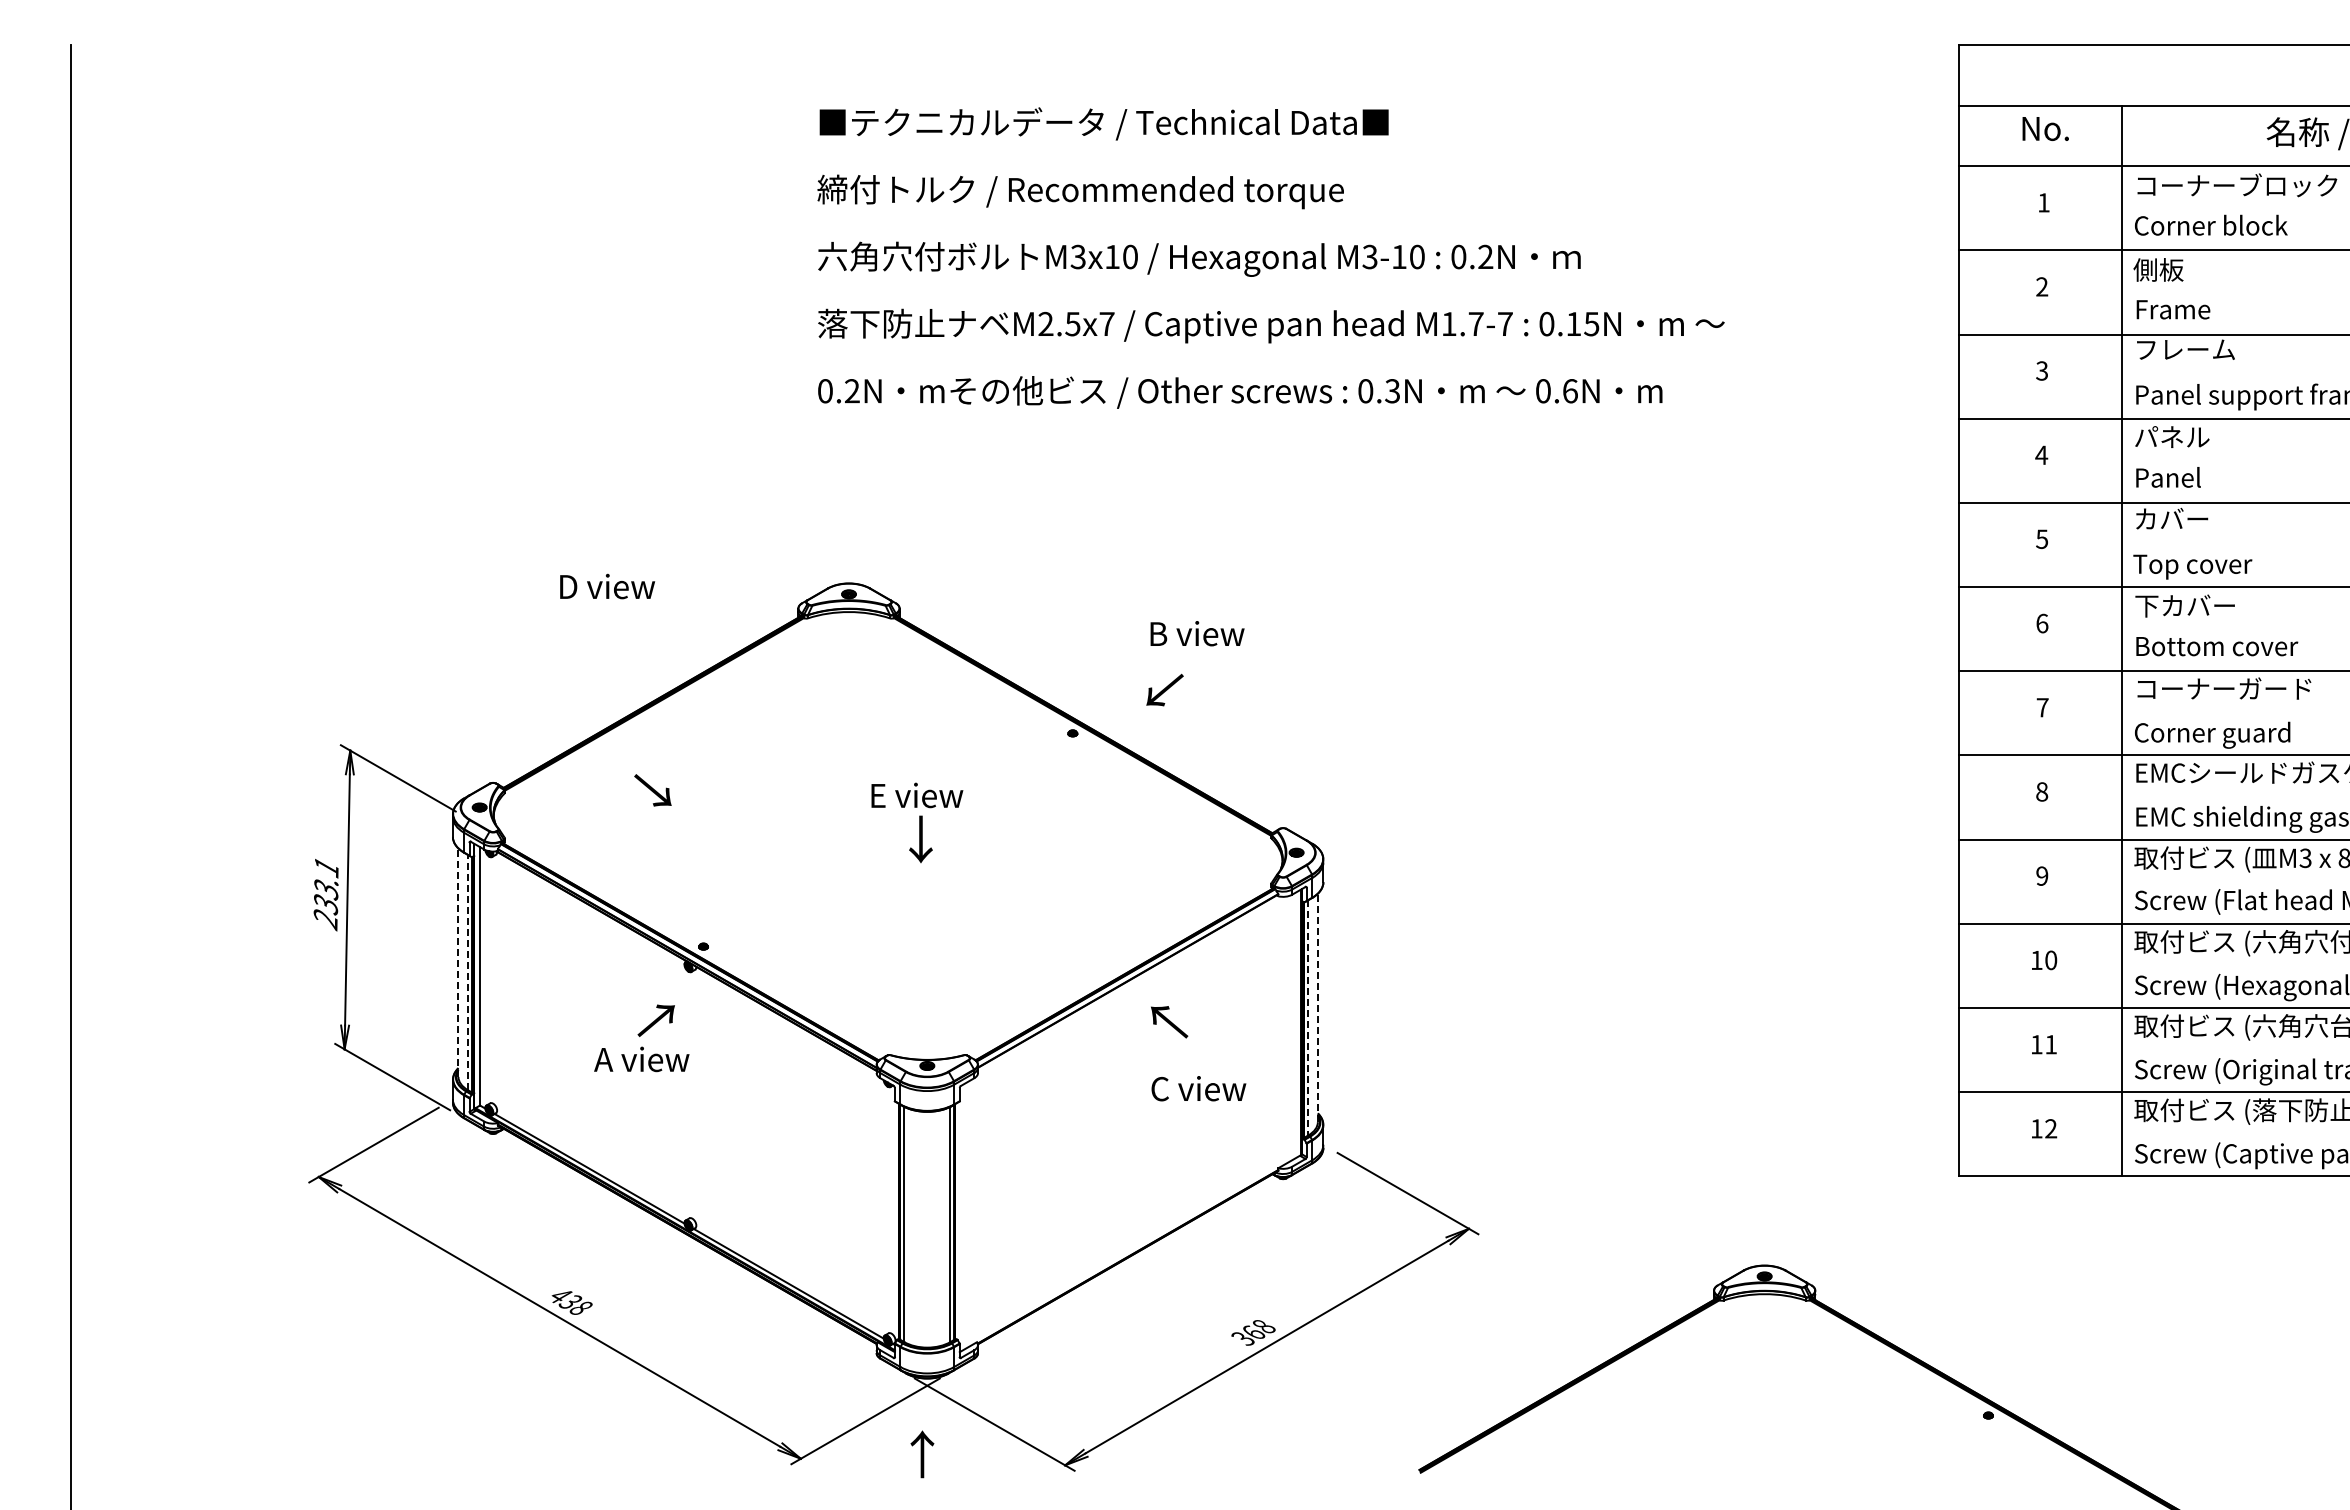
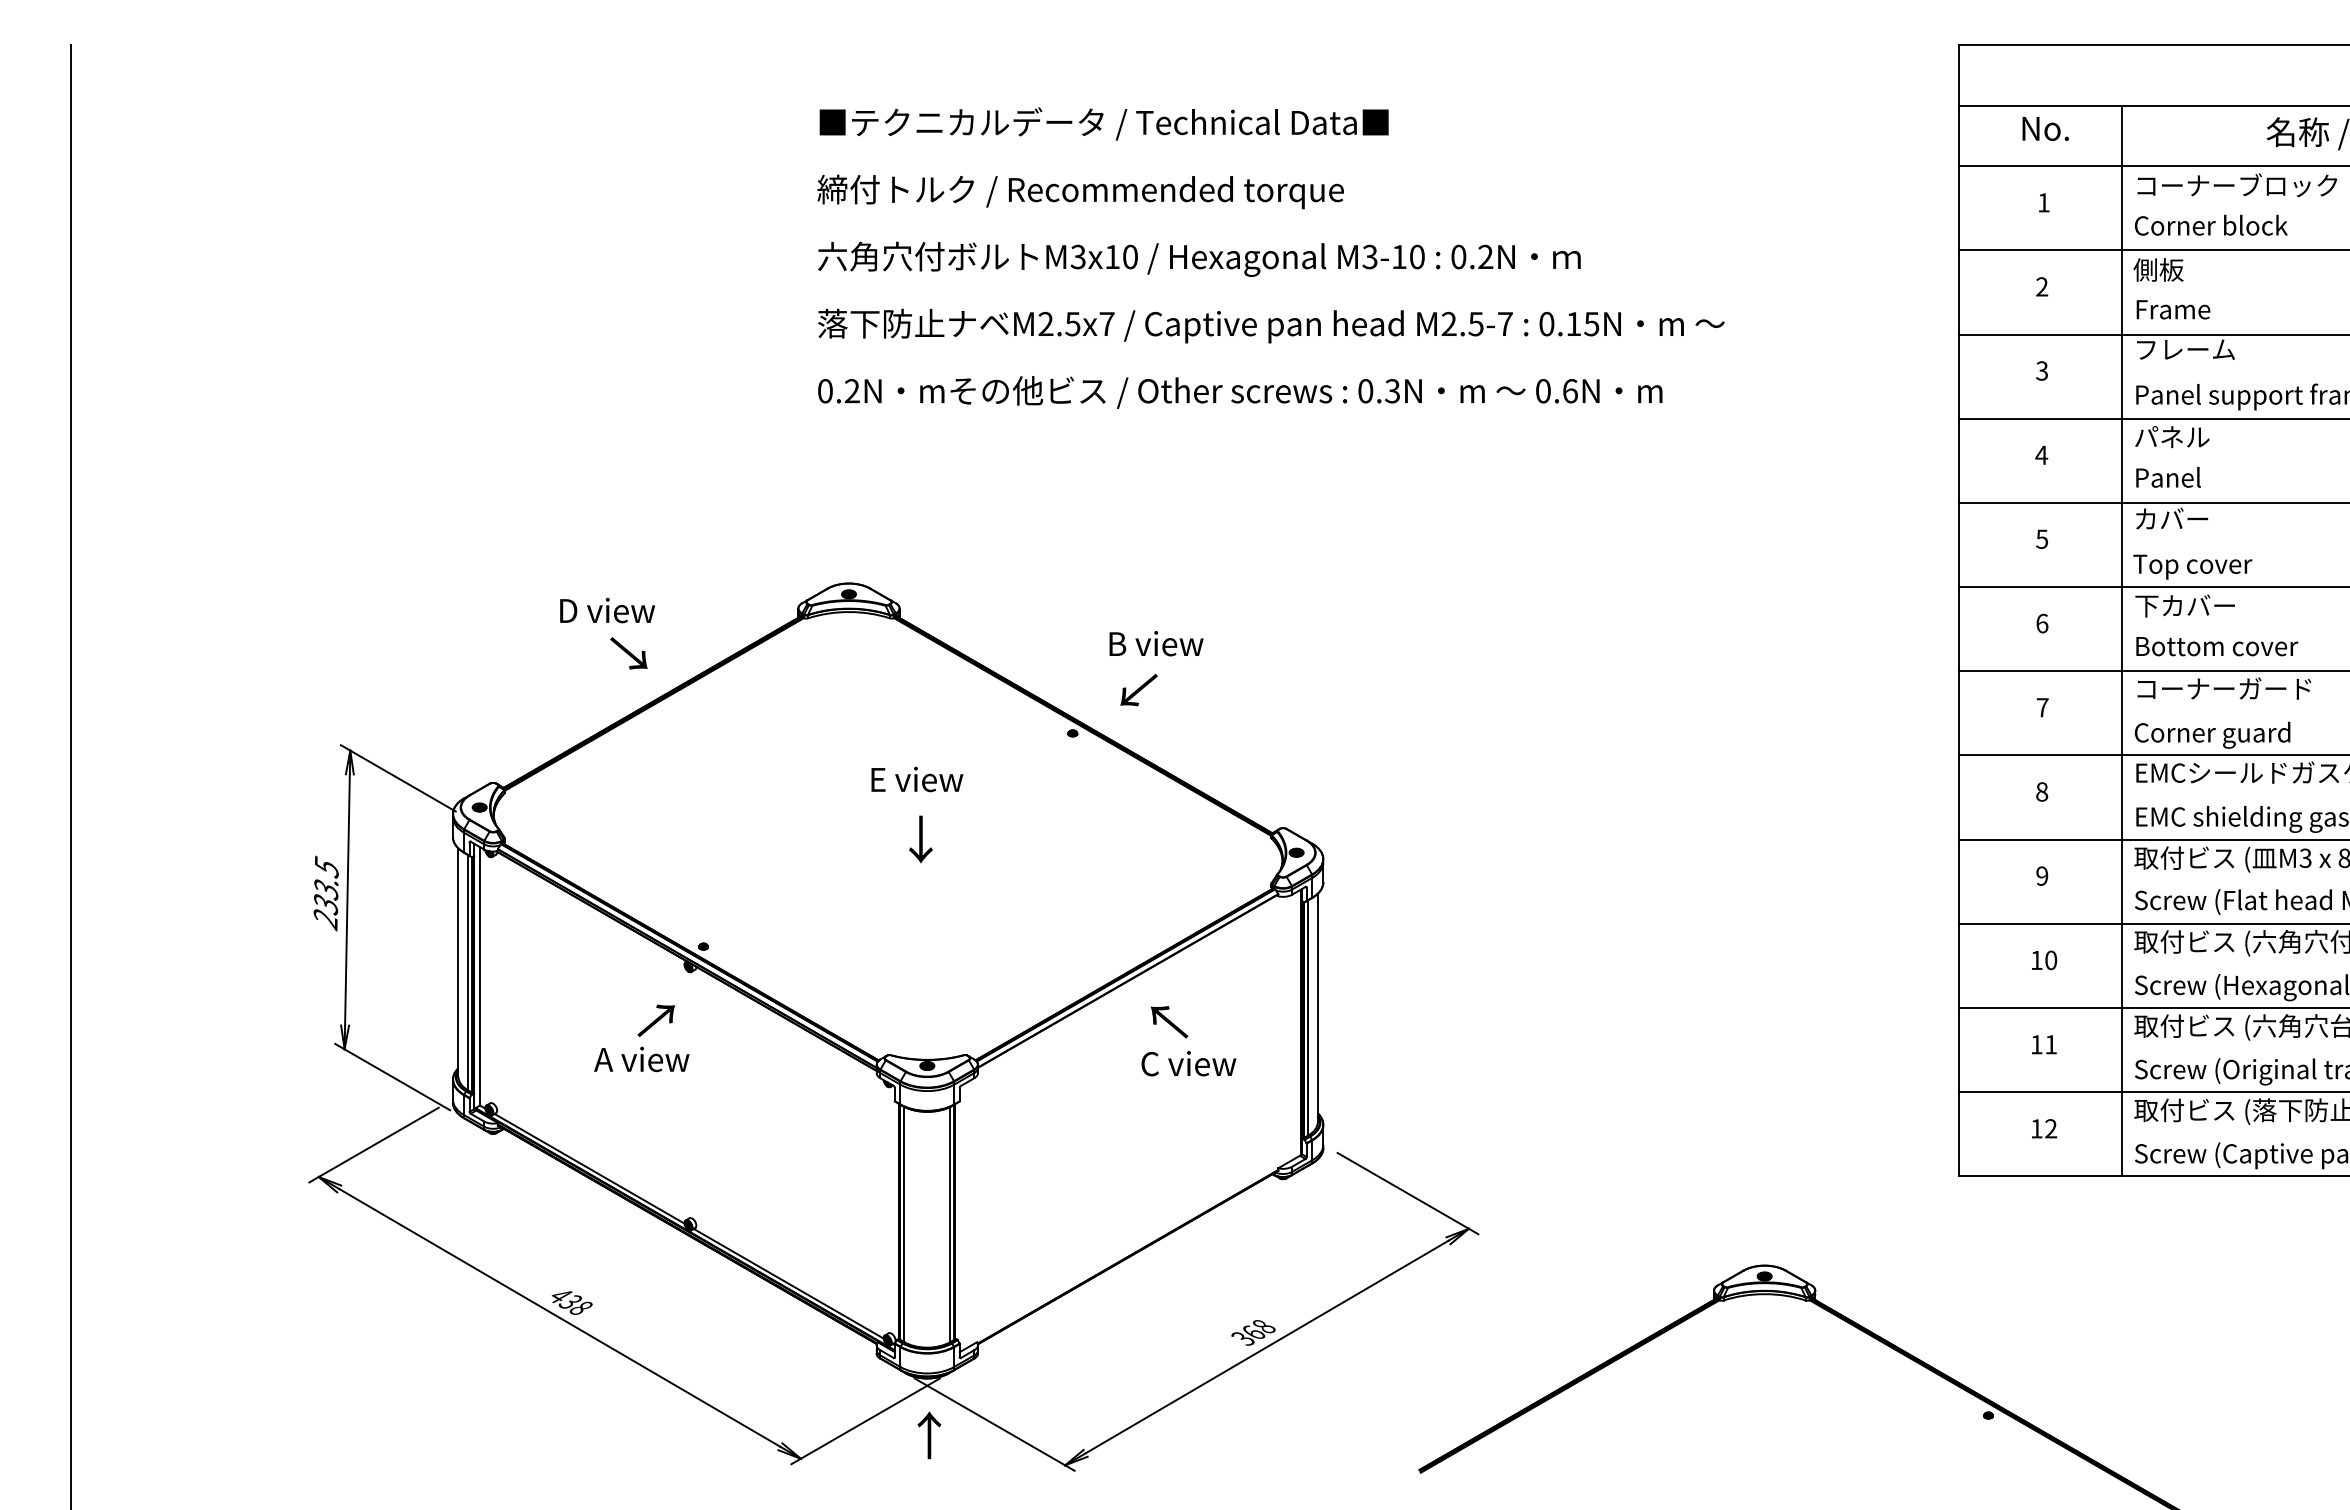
text at (1462, 323): M1.7-7 -> M2.5-7
text at (607, 586) position: (607, 586) -> (607, 610)
text at (1197, 633) position: (1197, 633) -> (1156, 643)
text at (1164, 689) position: (1164, 689) -> (1138, 689)
text at (652, 790) position: (652, 790) -> (628, 653)
text at (917, 795) position: (917, 795) -> (917, 779)
text at (326, 866): 233.1 -> 233.5
line at (458, 962): dashed -> solid
line at (467, 972): dashed -> solid
line at (1317, 1007): dashed -> solid
line at (1308, 1017): dashed -> solid
text at (1198, 1088) position: (1198, 1088) -> (1188, 1063)
text at (922, 1454) position: (922, 1454) -> (929, 1435)
